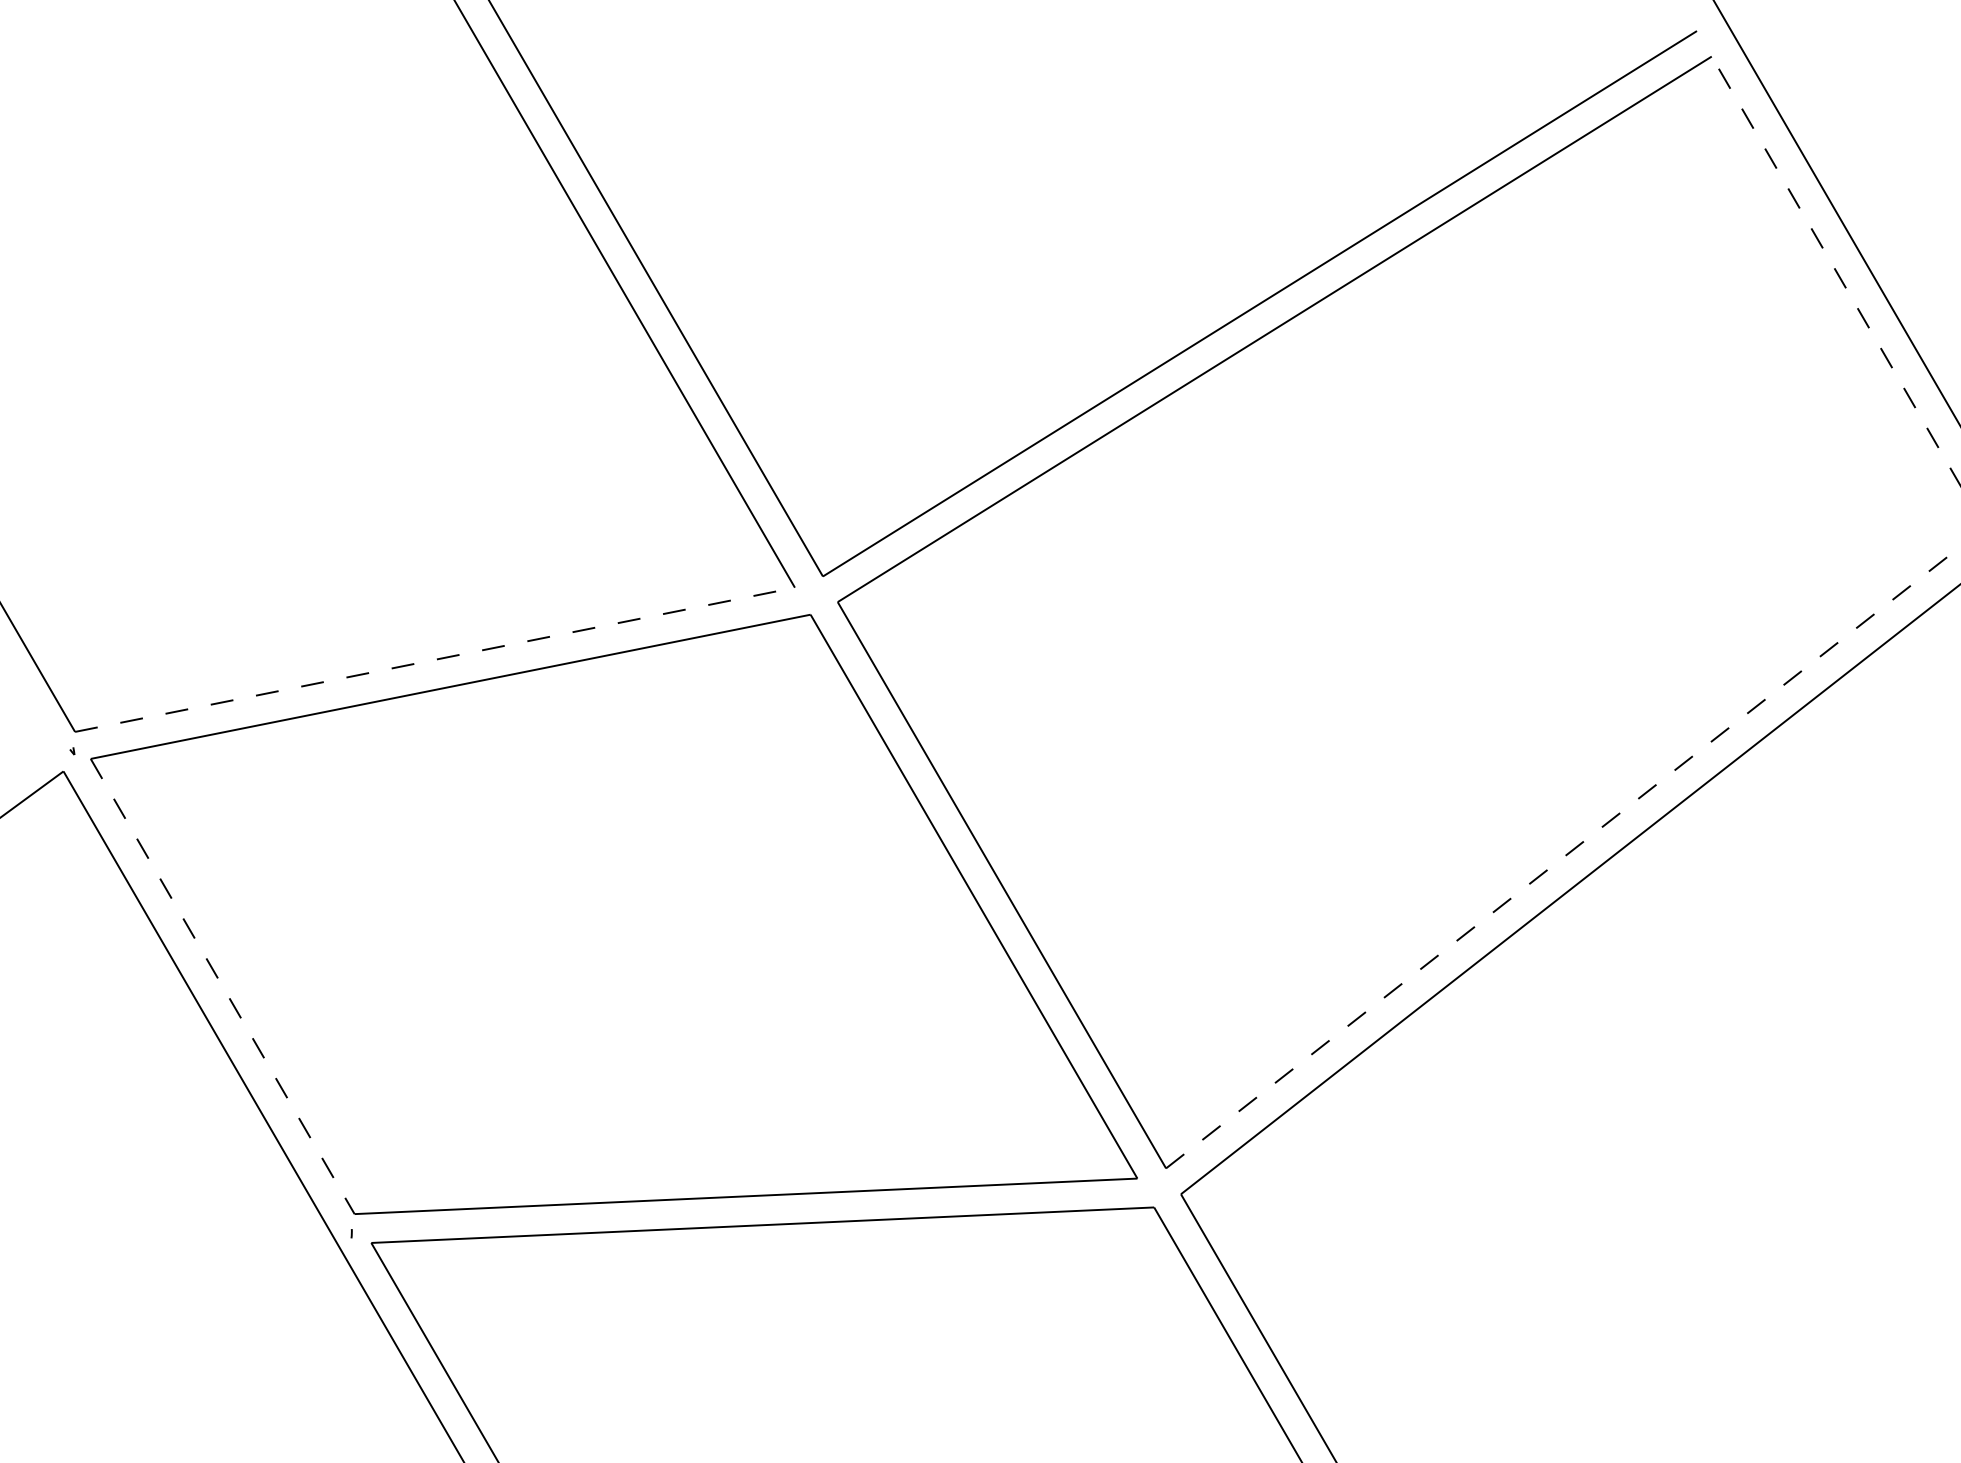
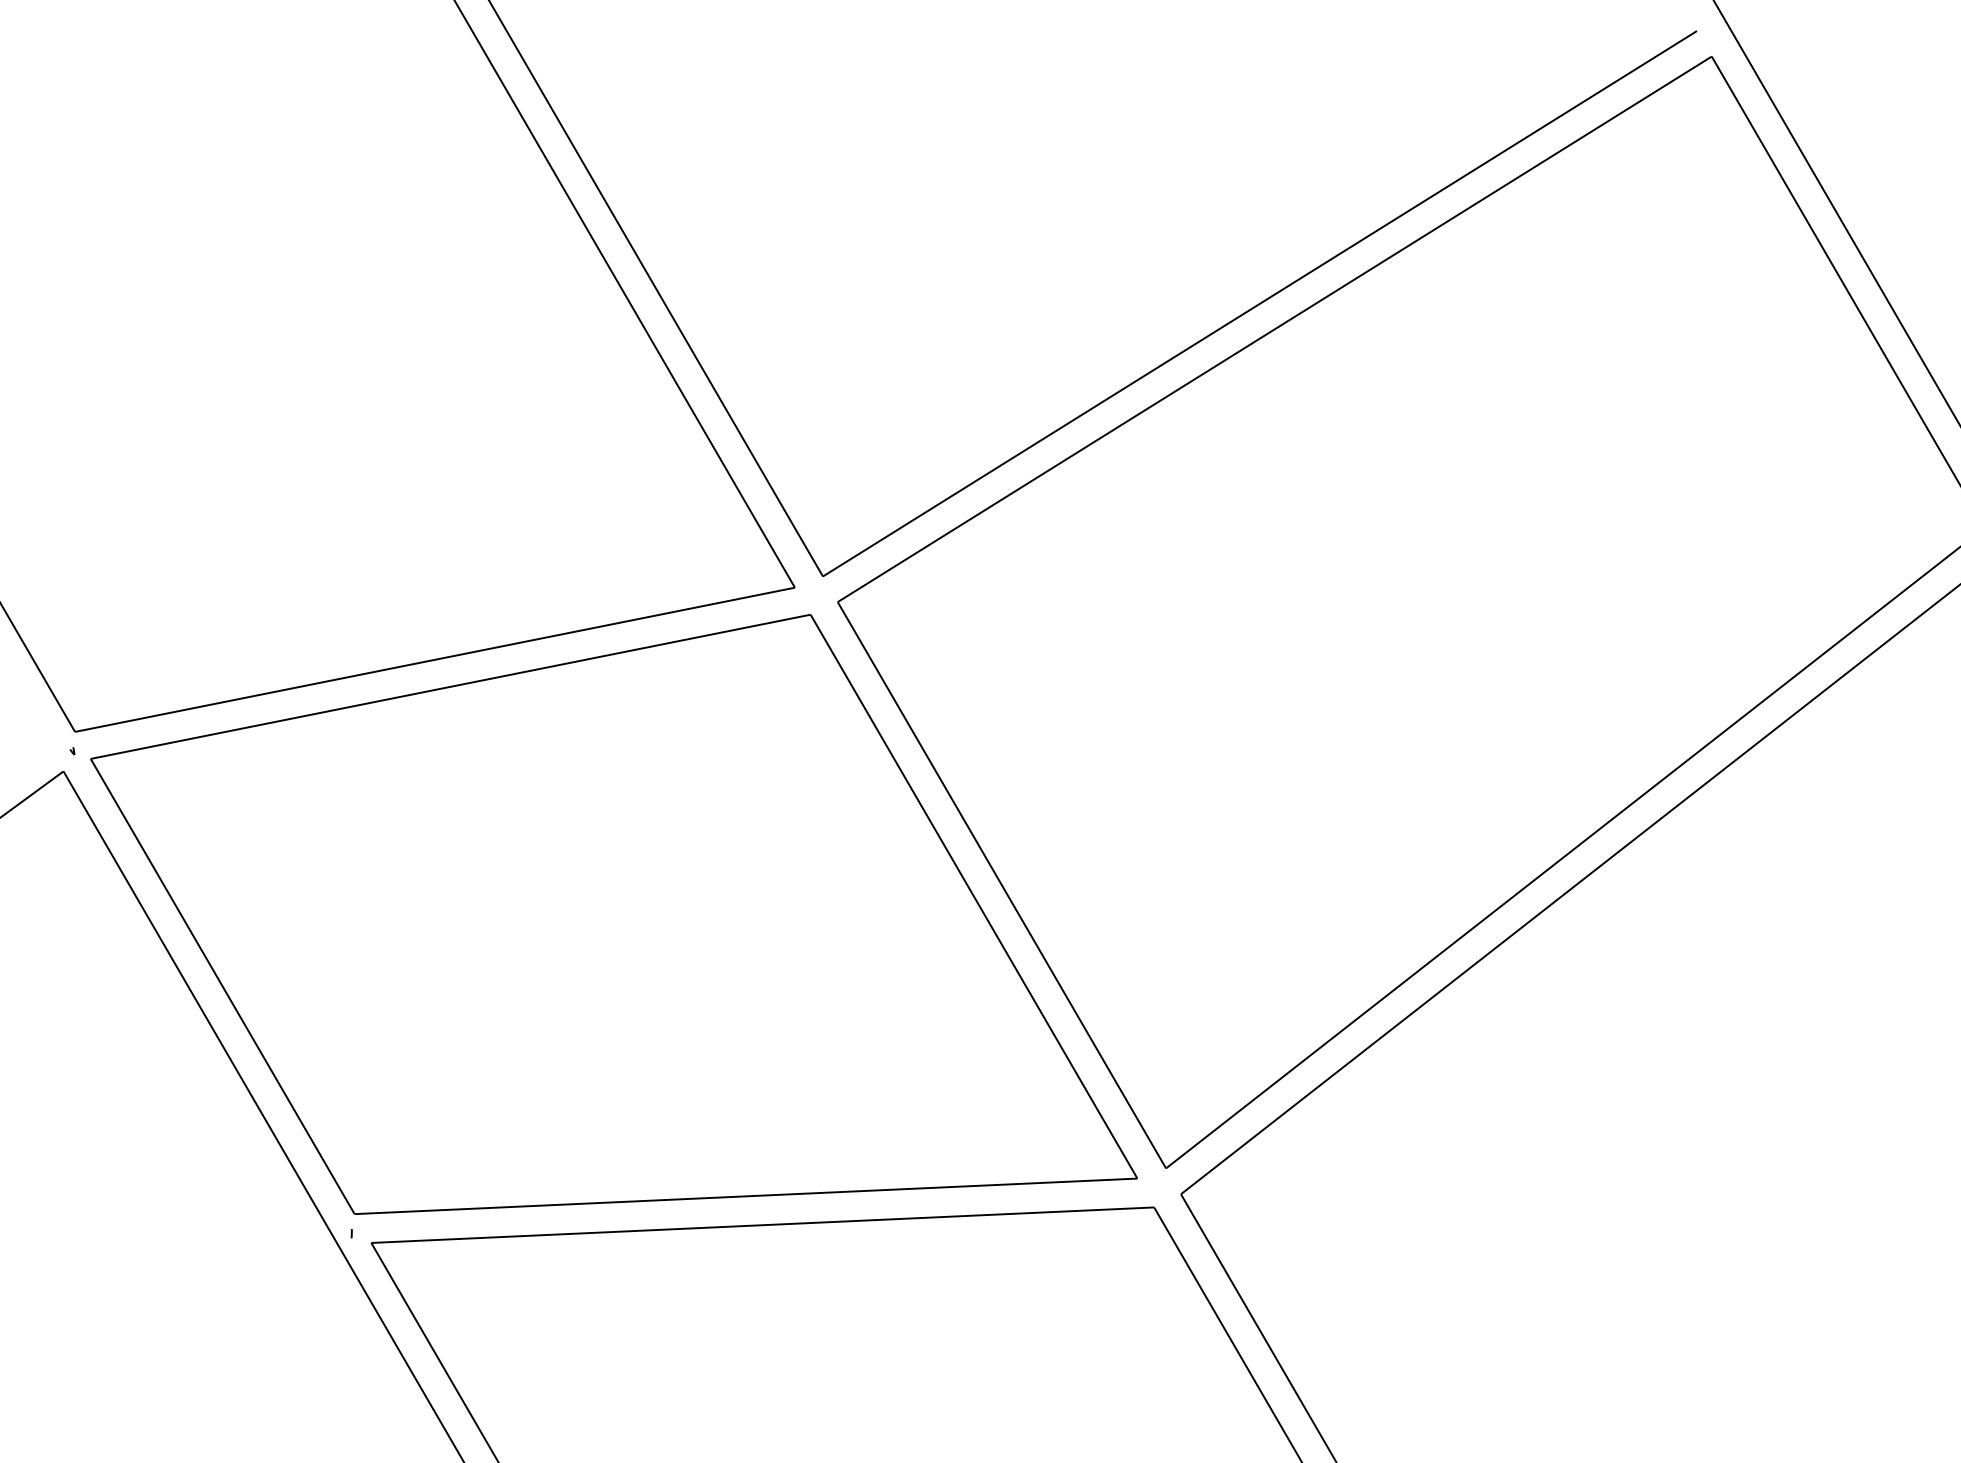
line at (1836, 270): dashed -> solid
line at (435, 659): dashed -> solid
line at (1563, 857): dashed -> solid
line at (222, 986): dashed -> solid
